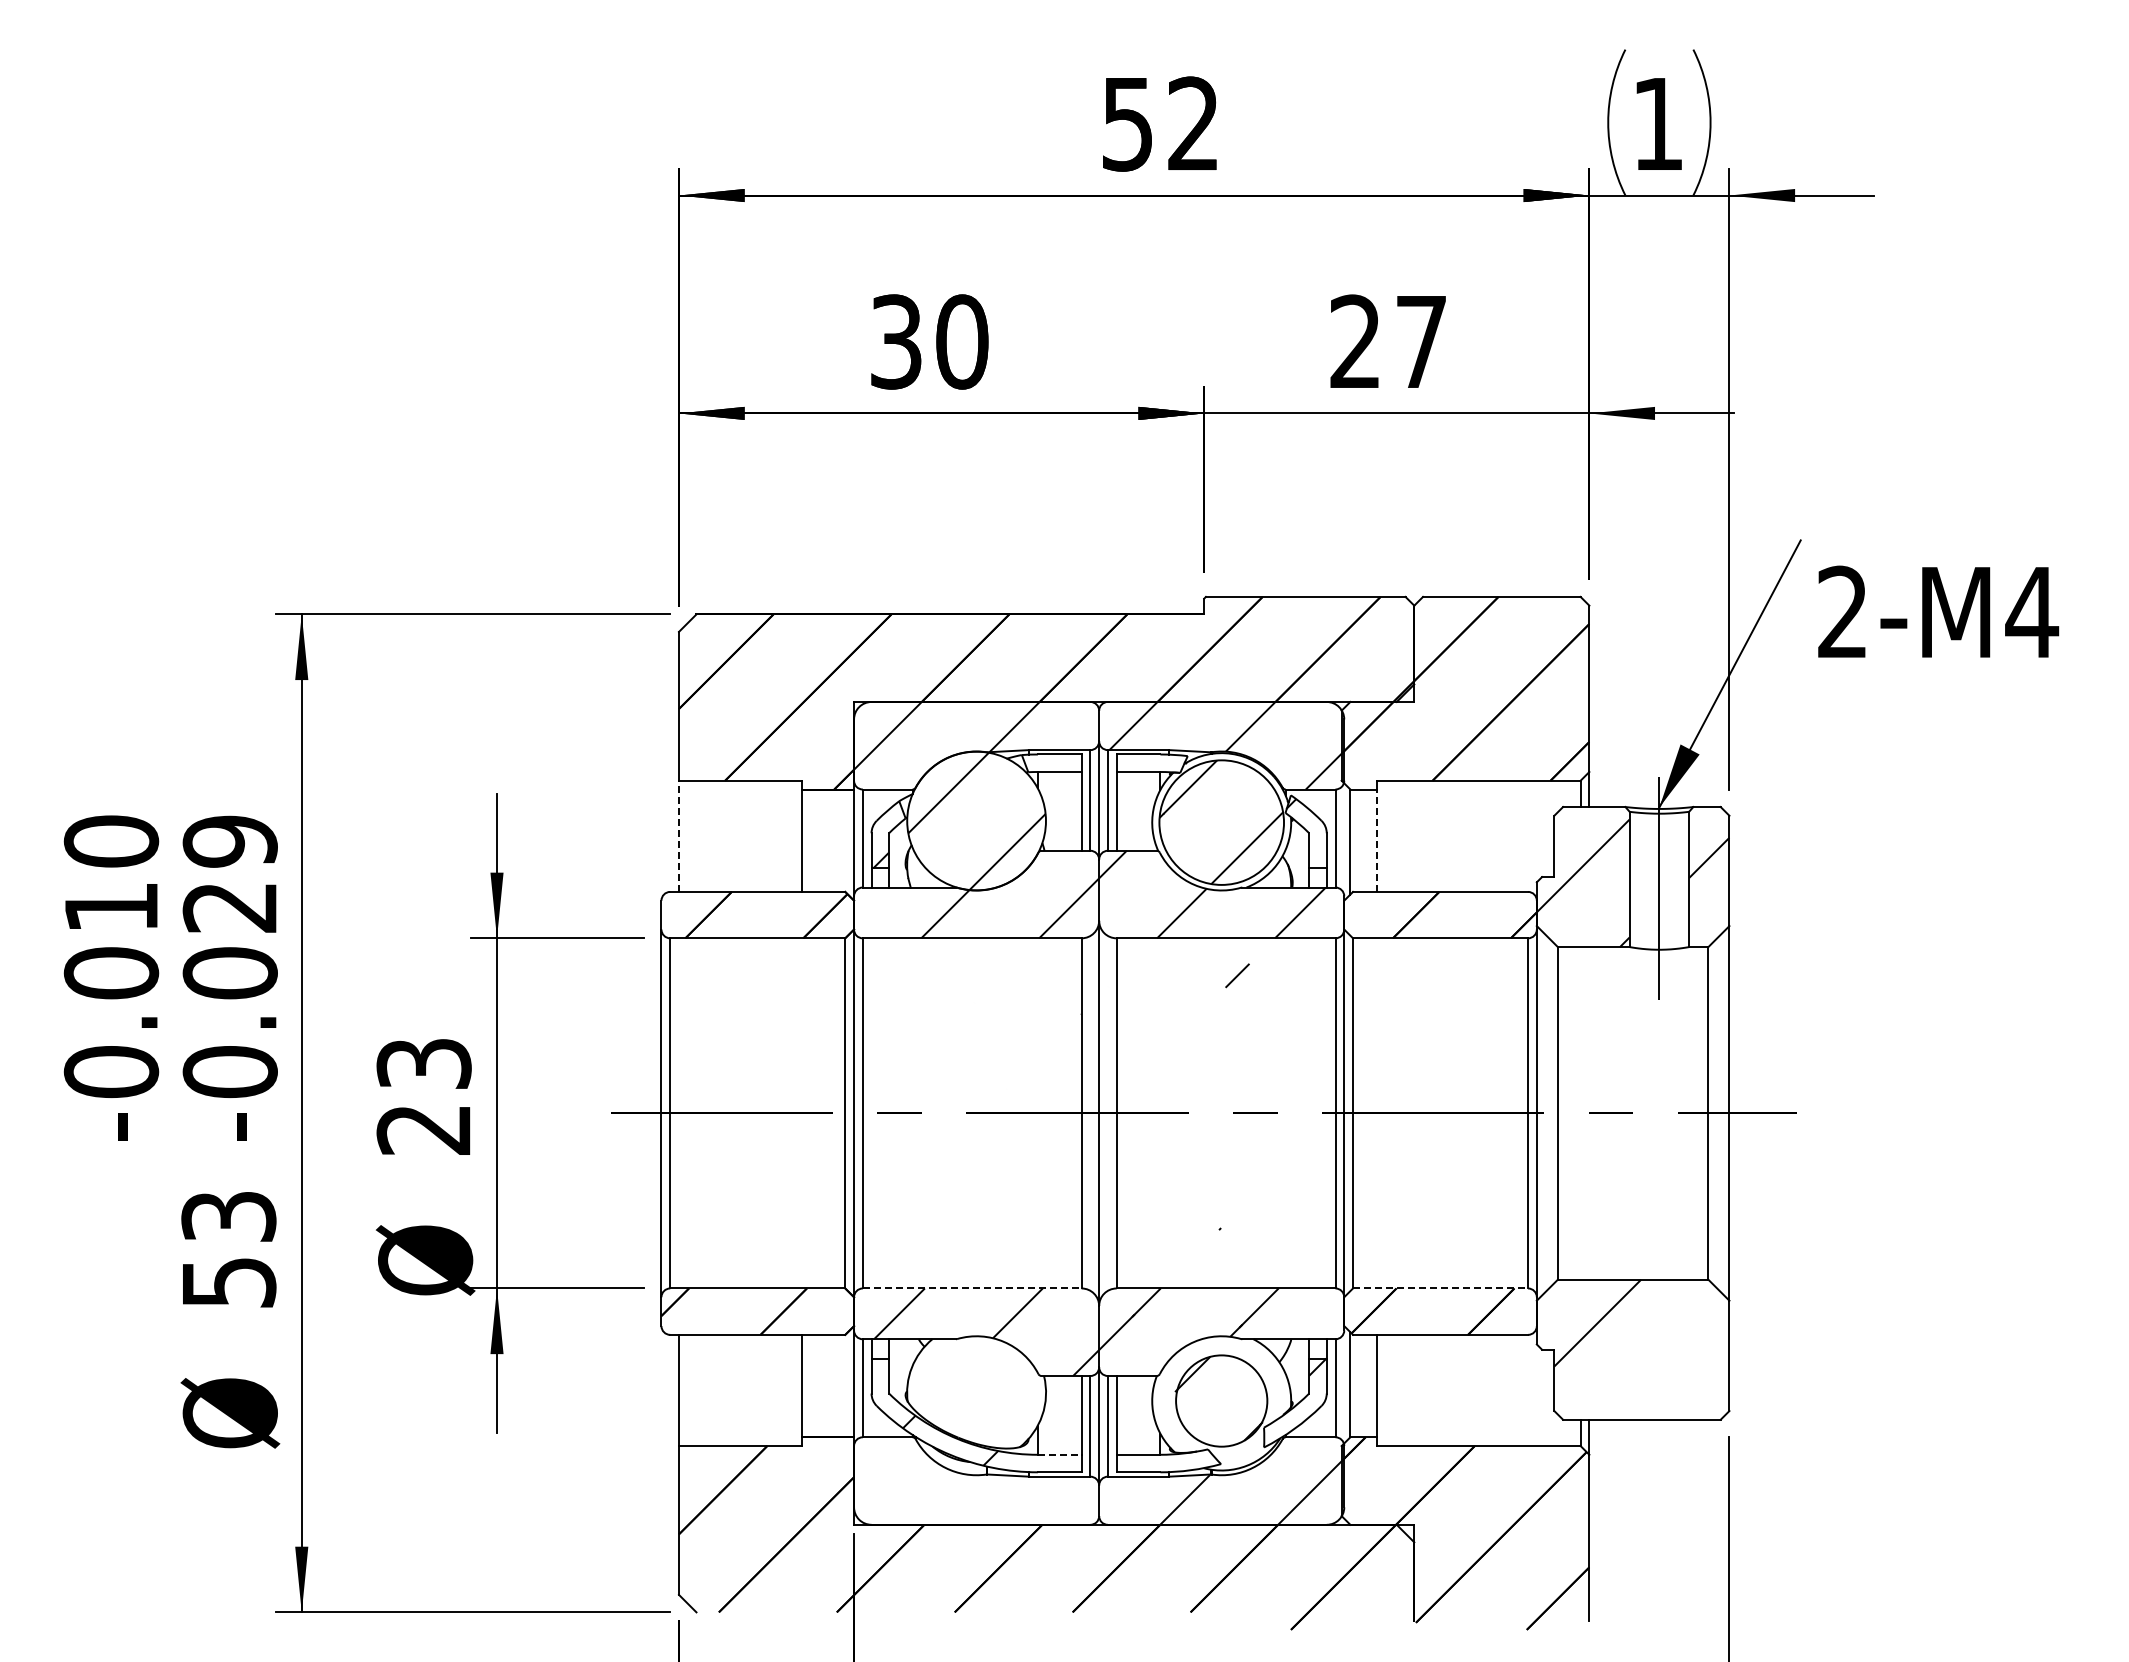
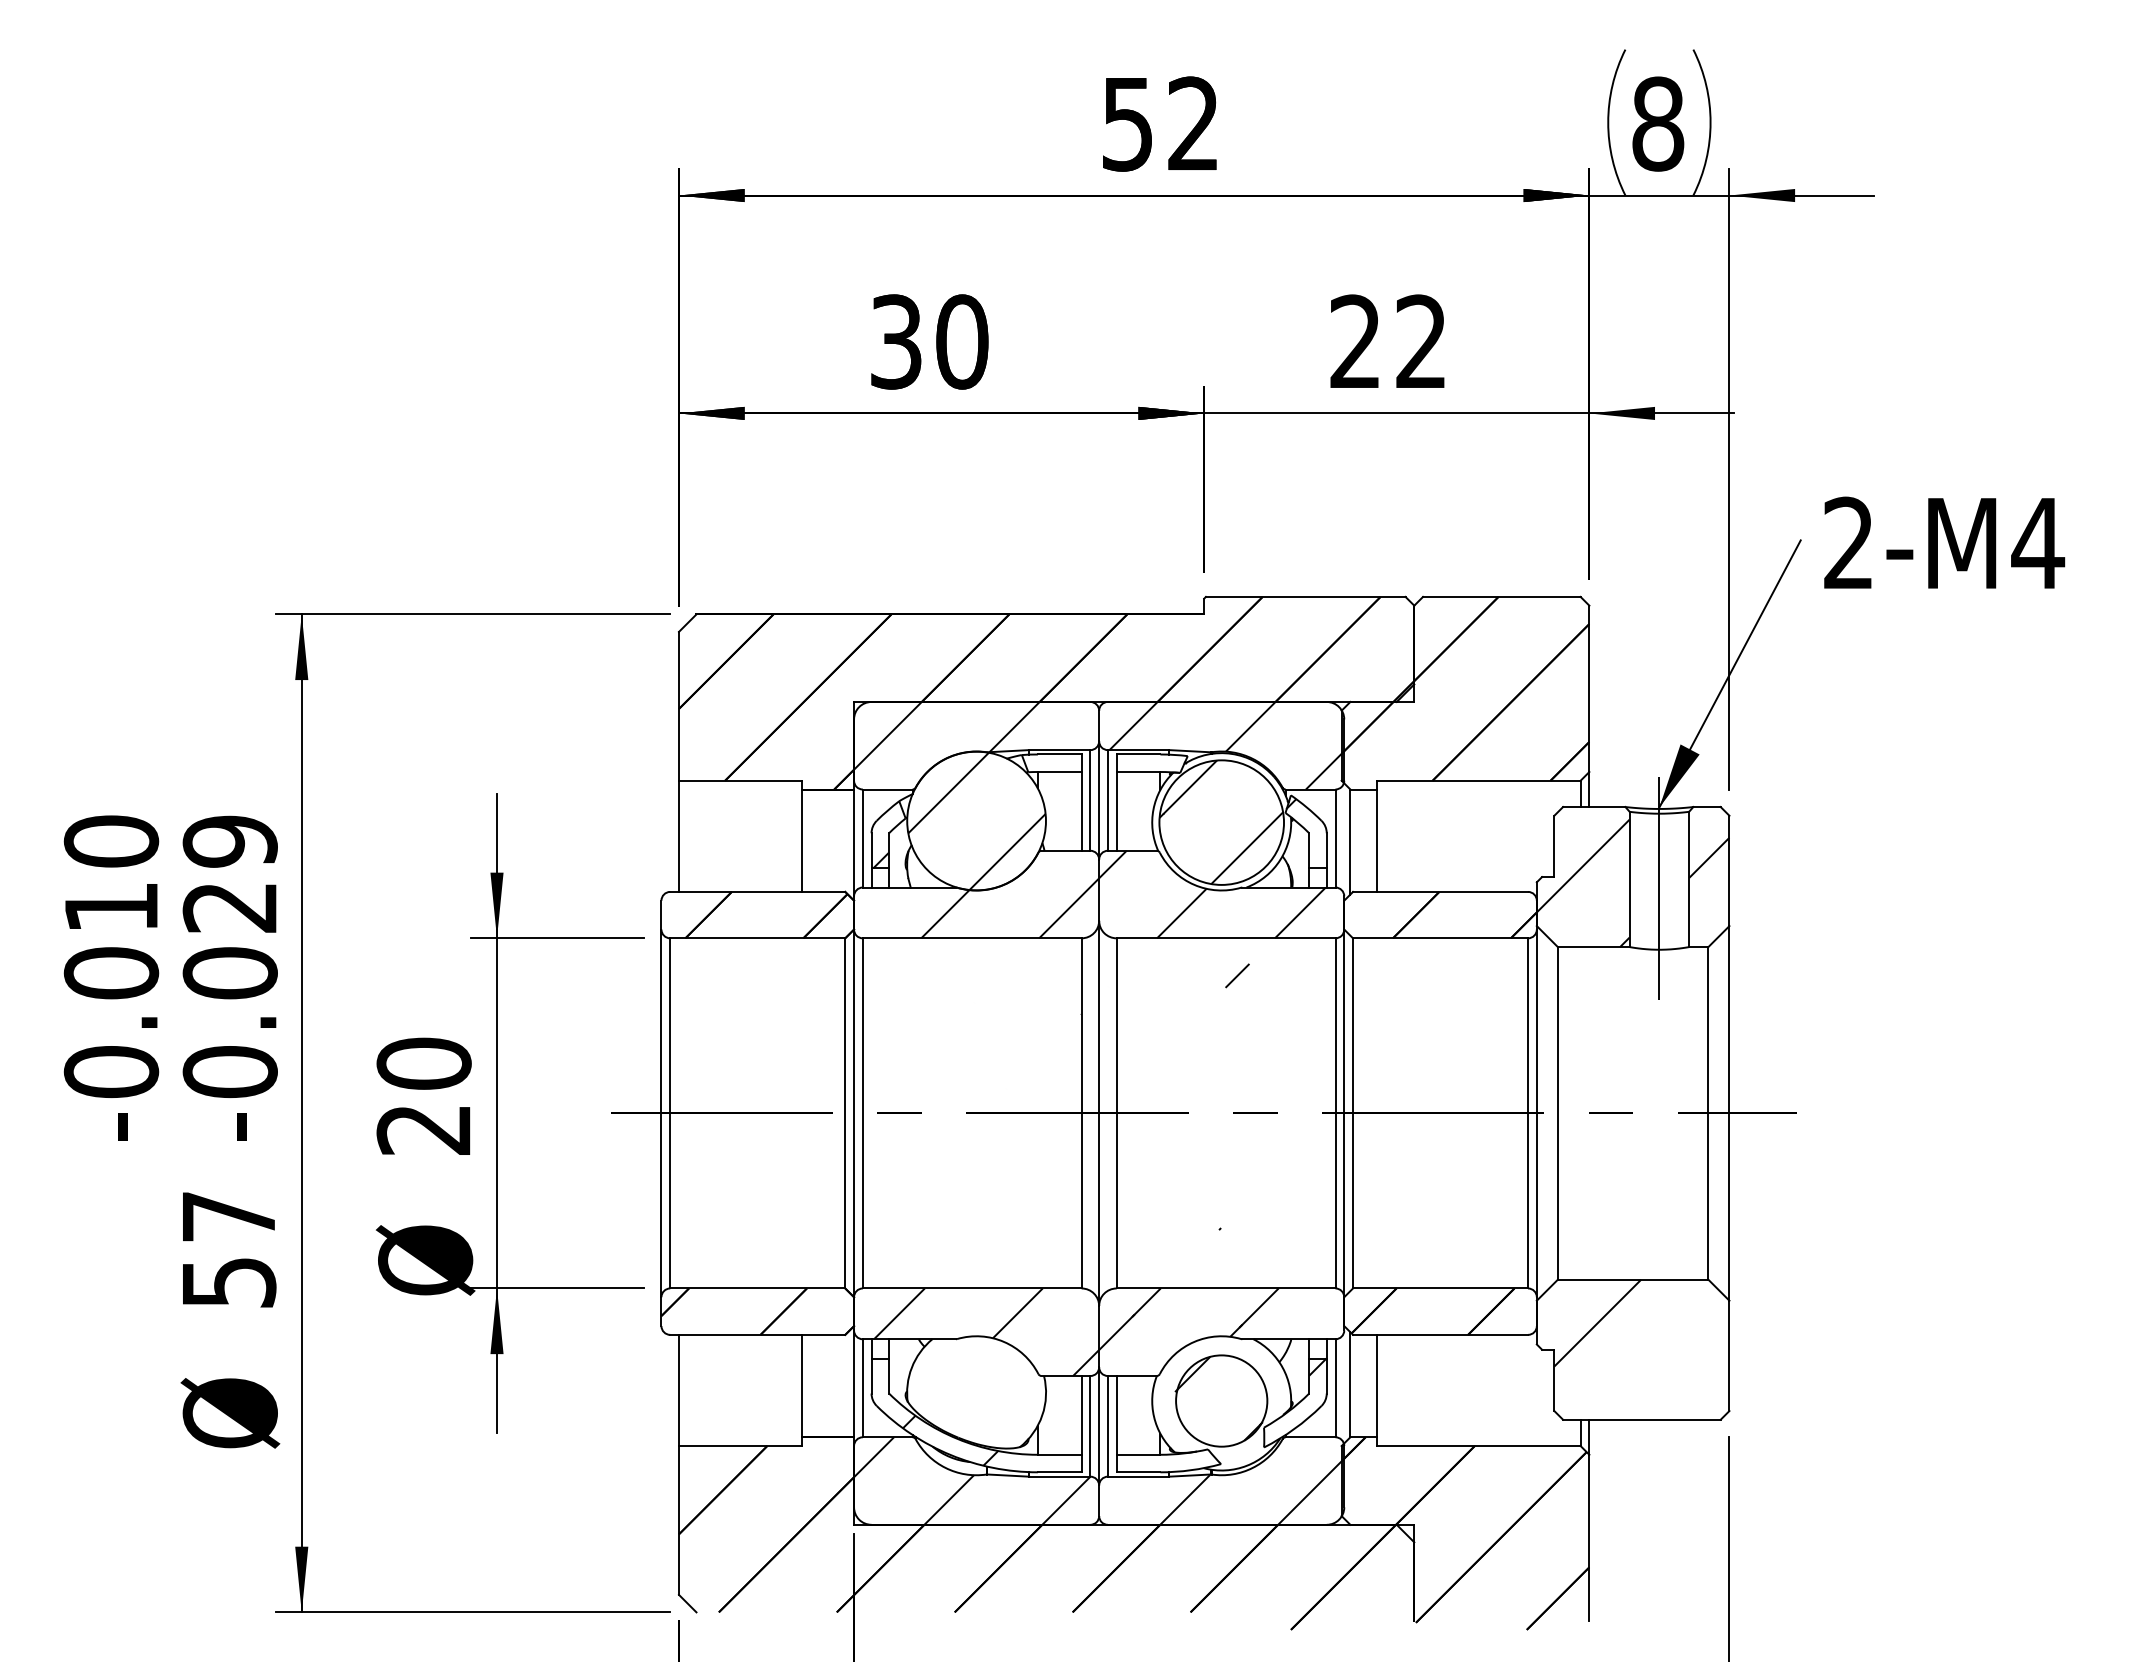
text at (1658, 123): 1 -> 8
text at (1420, 340): 27 -> 22
text at (1938, 611) position: (1938, 611) -> (1944, 542)
line at (678, 836): dashed -> solid
line at (1376, 840): dashed -> solid
text at (423, 1063): 23 -> 20
text at (228, 1216): 53 -> 57
line at (972, 1288): dashed -> solid
line at (1440, 1288): dashed -> solid
line at (1059, 1454): dashed -> solid
hatch at (972, 1480): none -> present
